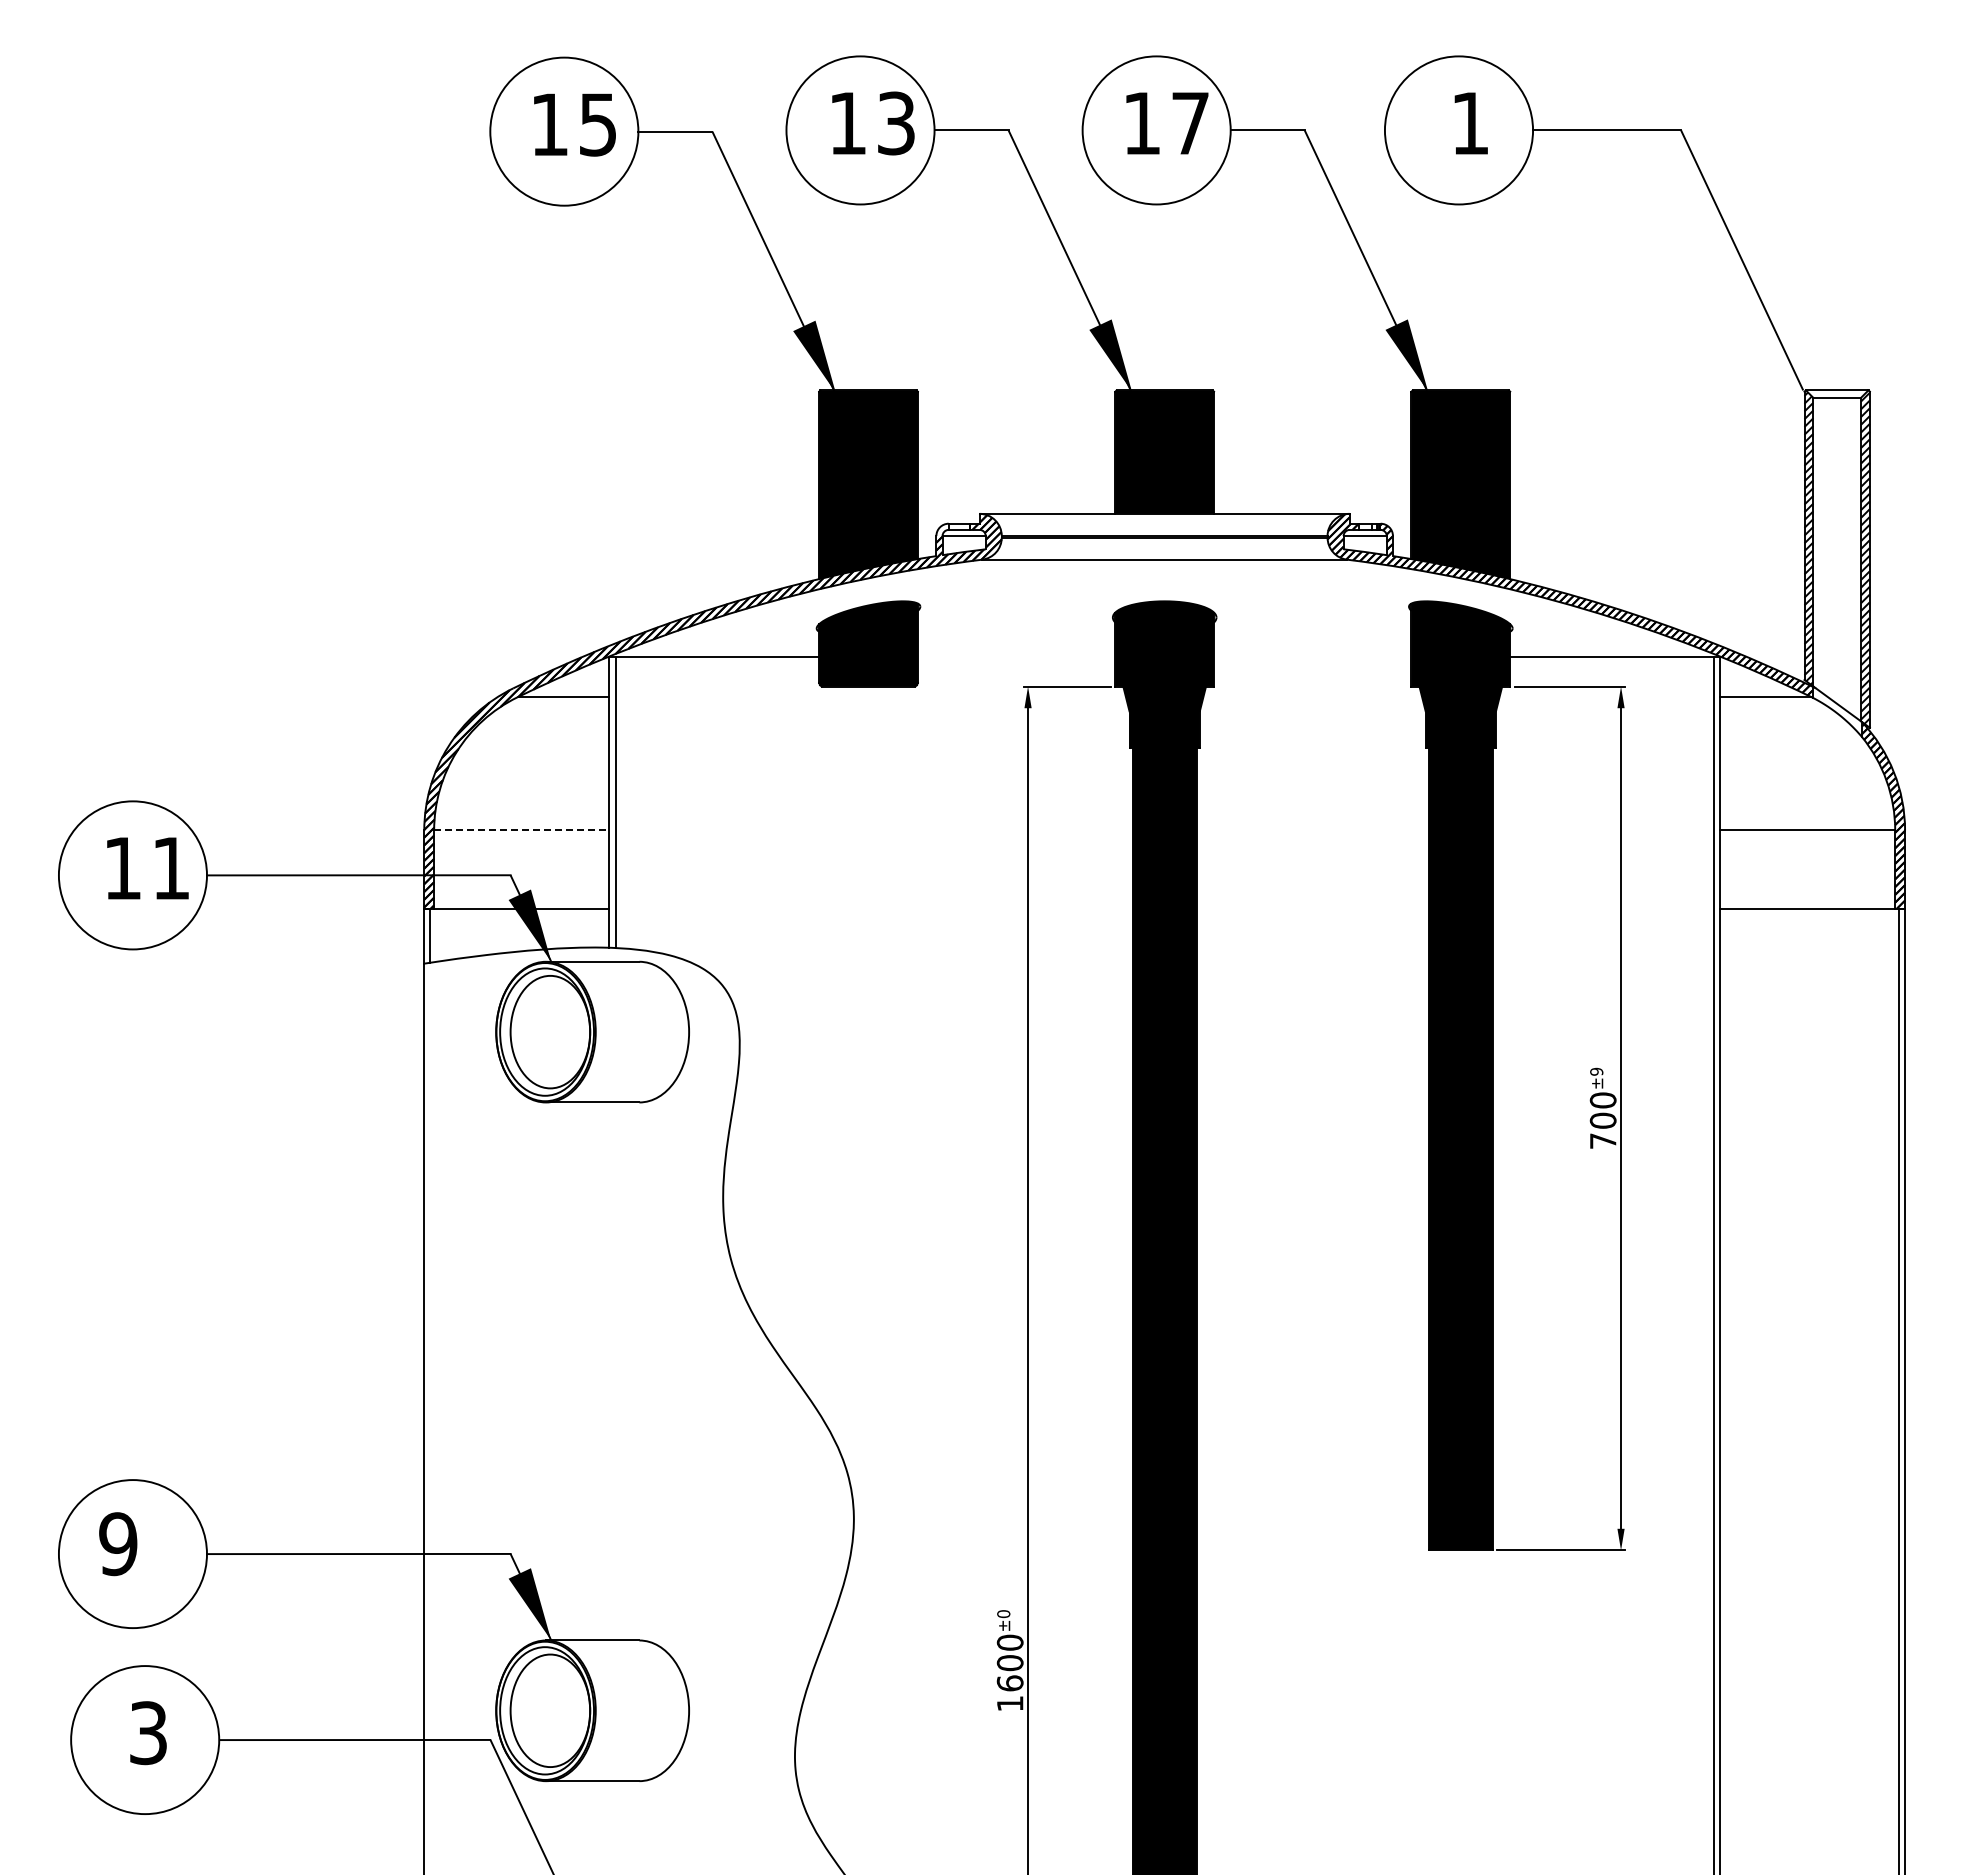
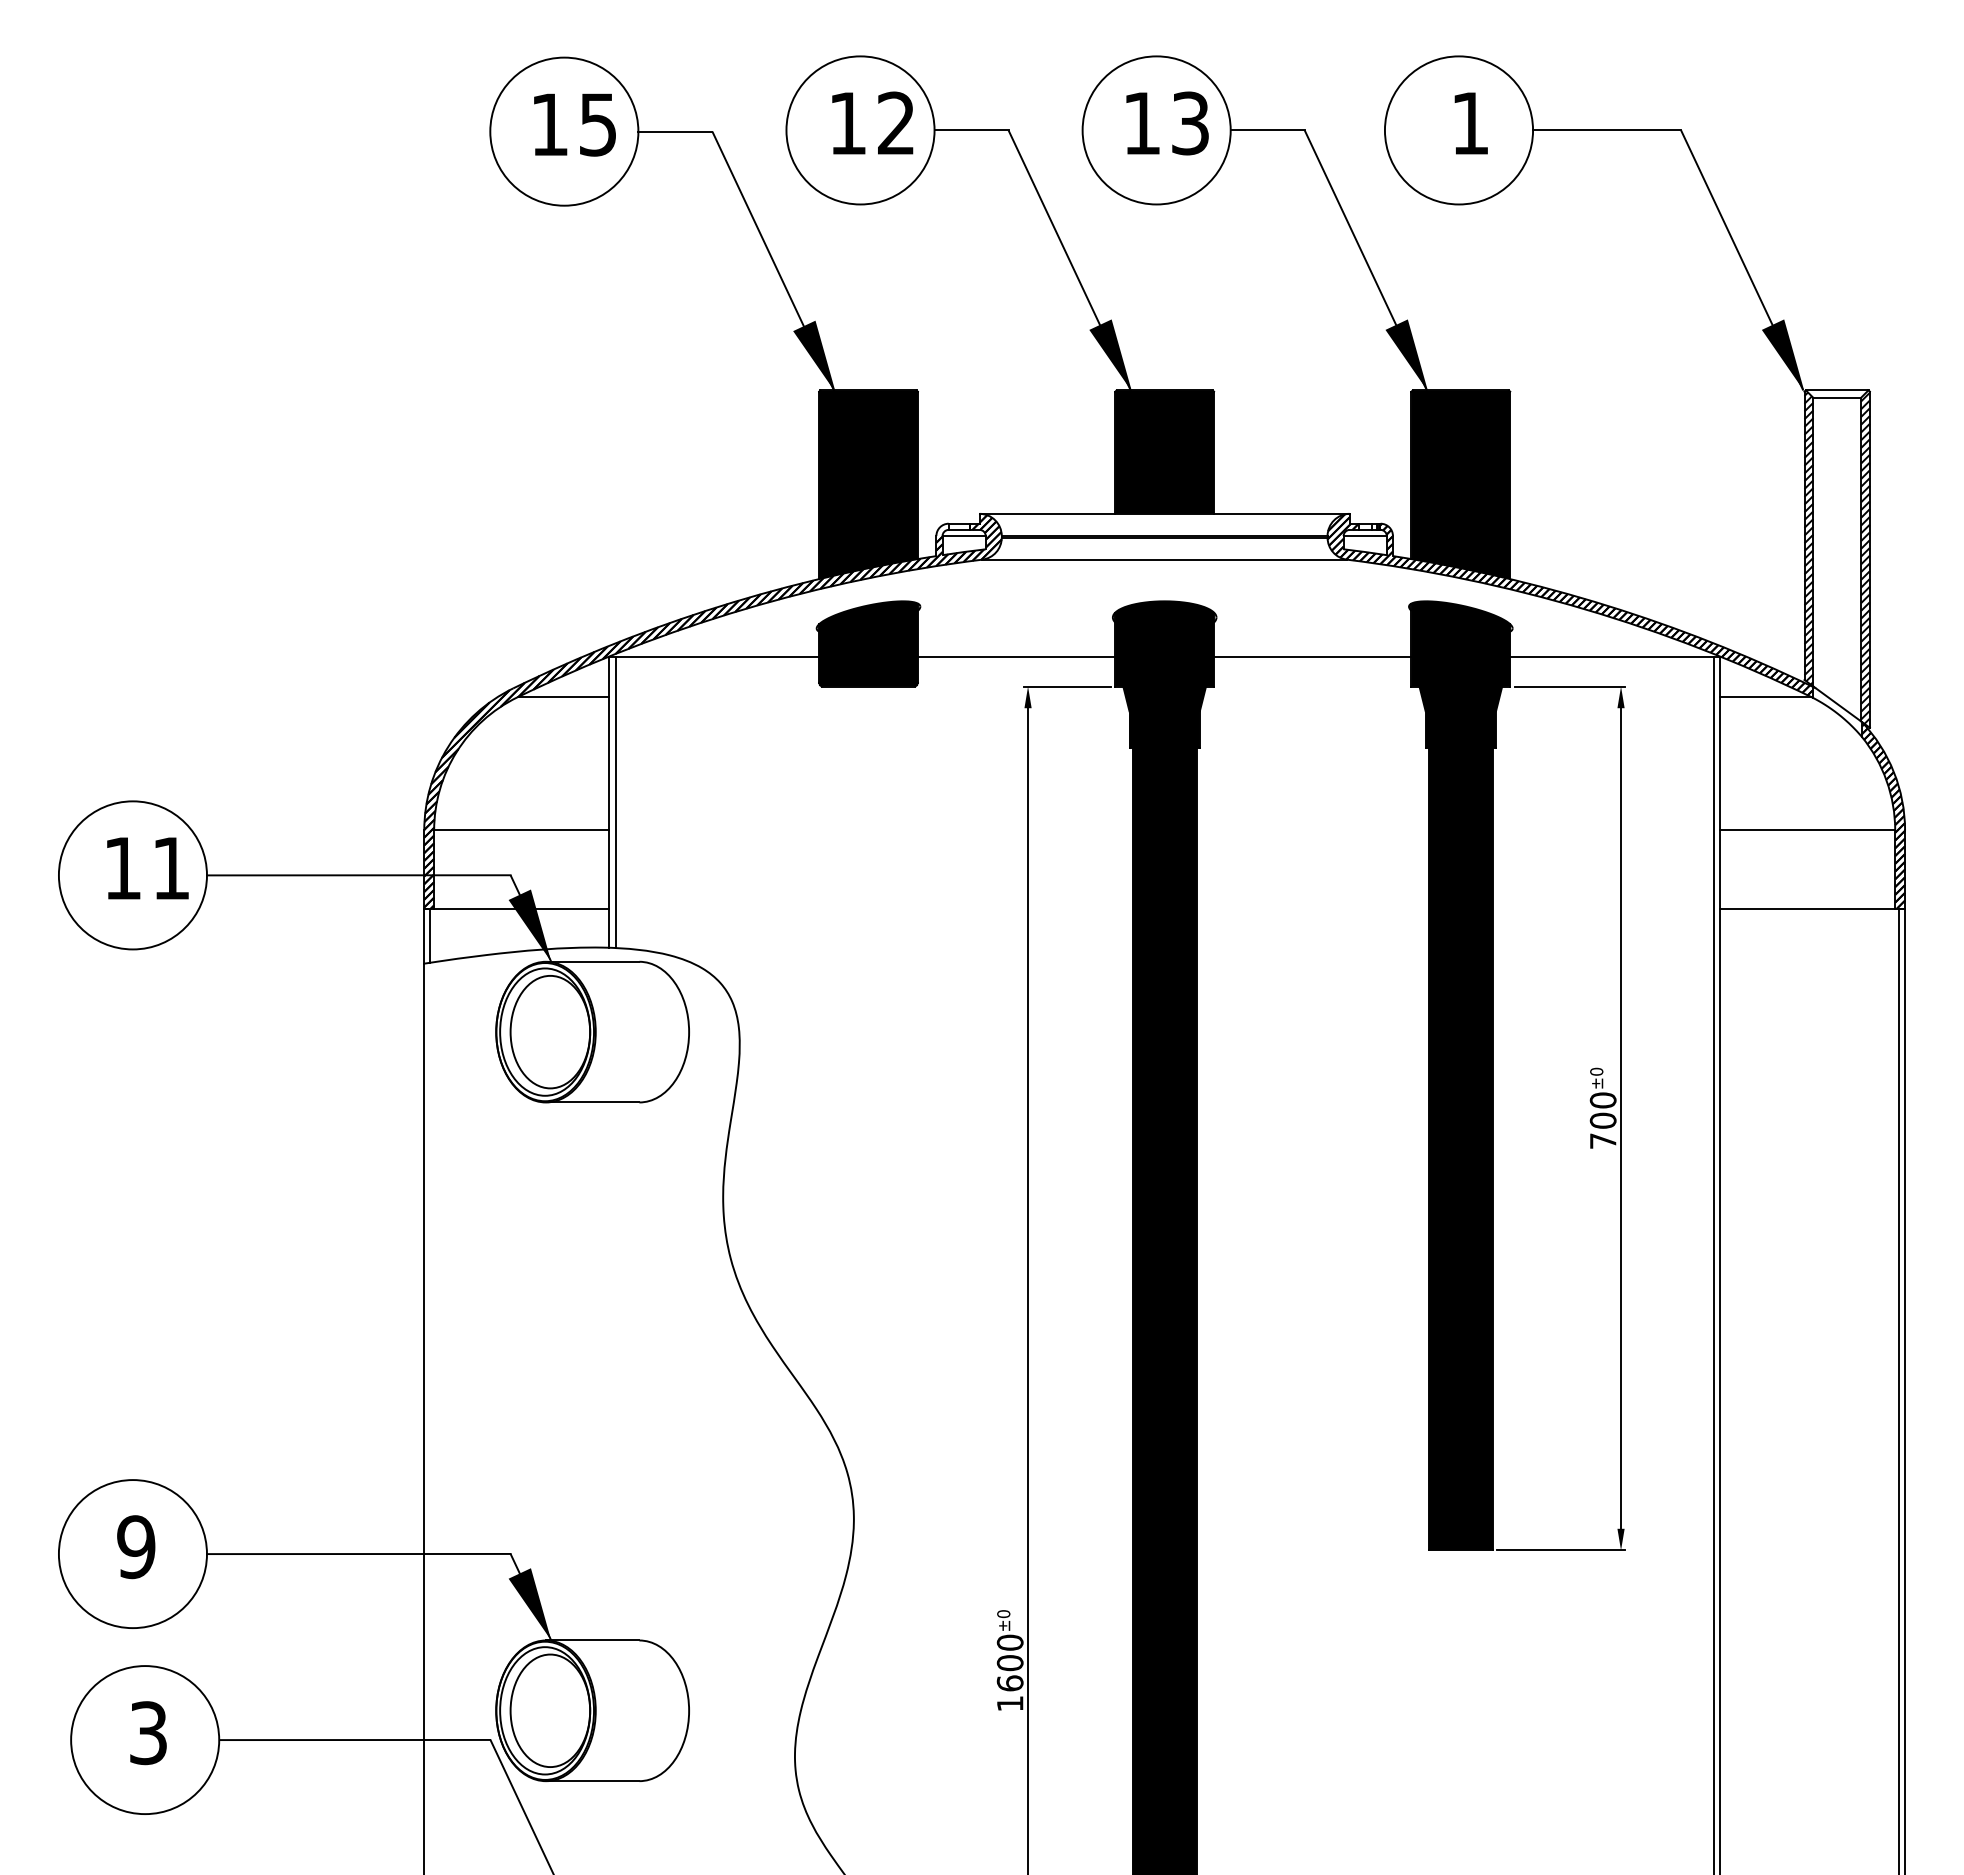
text at (896, 123): 13 -> 12
text at (1190, 123): 17 -> 13
fill at (1782, 355): none -> present
line at (1016, 657): none -> present
line at (1312, 657): none -> present
line at (521, 830): dashed -> solid
text at (1596, 1071): ±9 -> ±0
text at (118, 1544) position: (118, 1544) -> (136, 1547)
